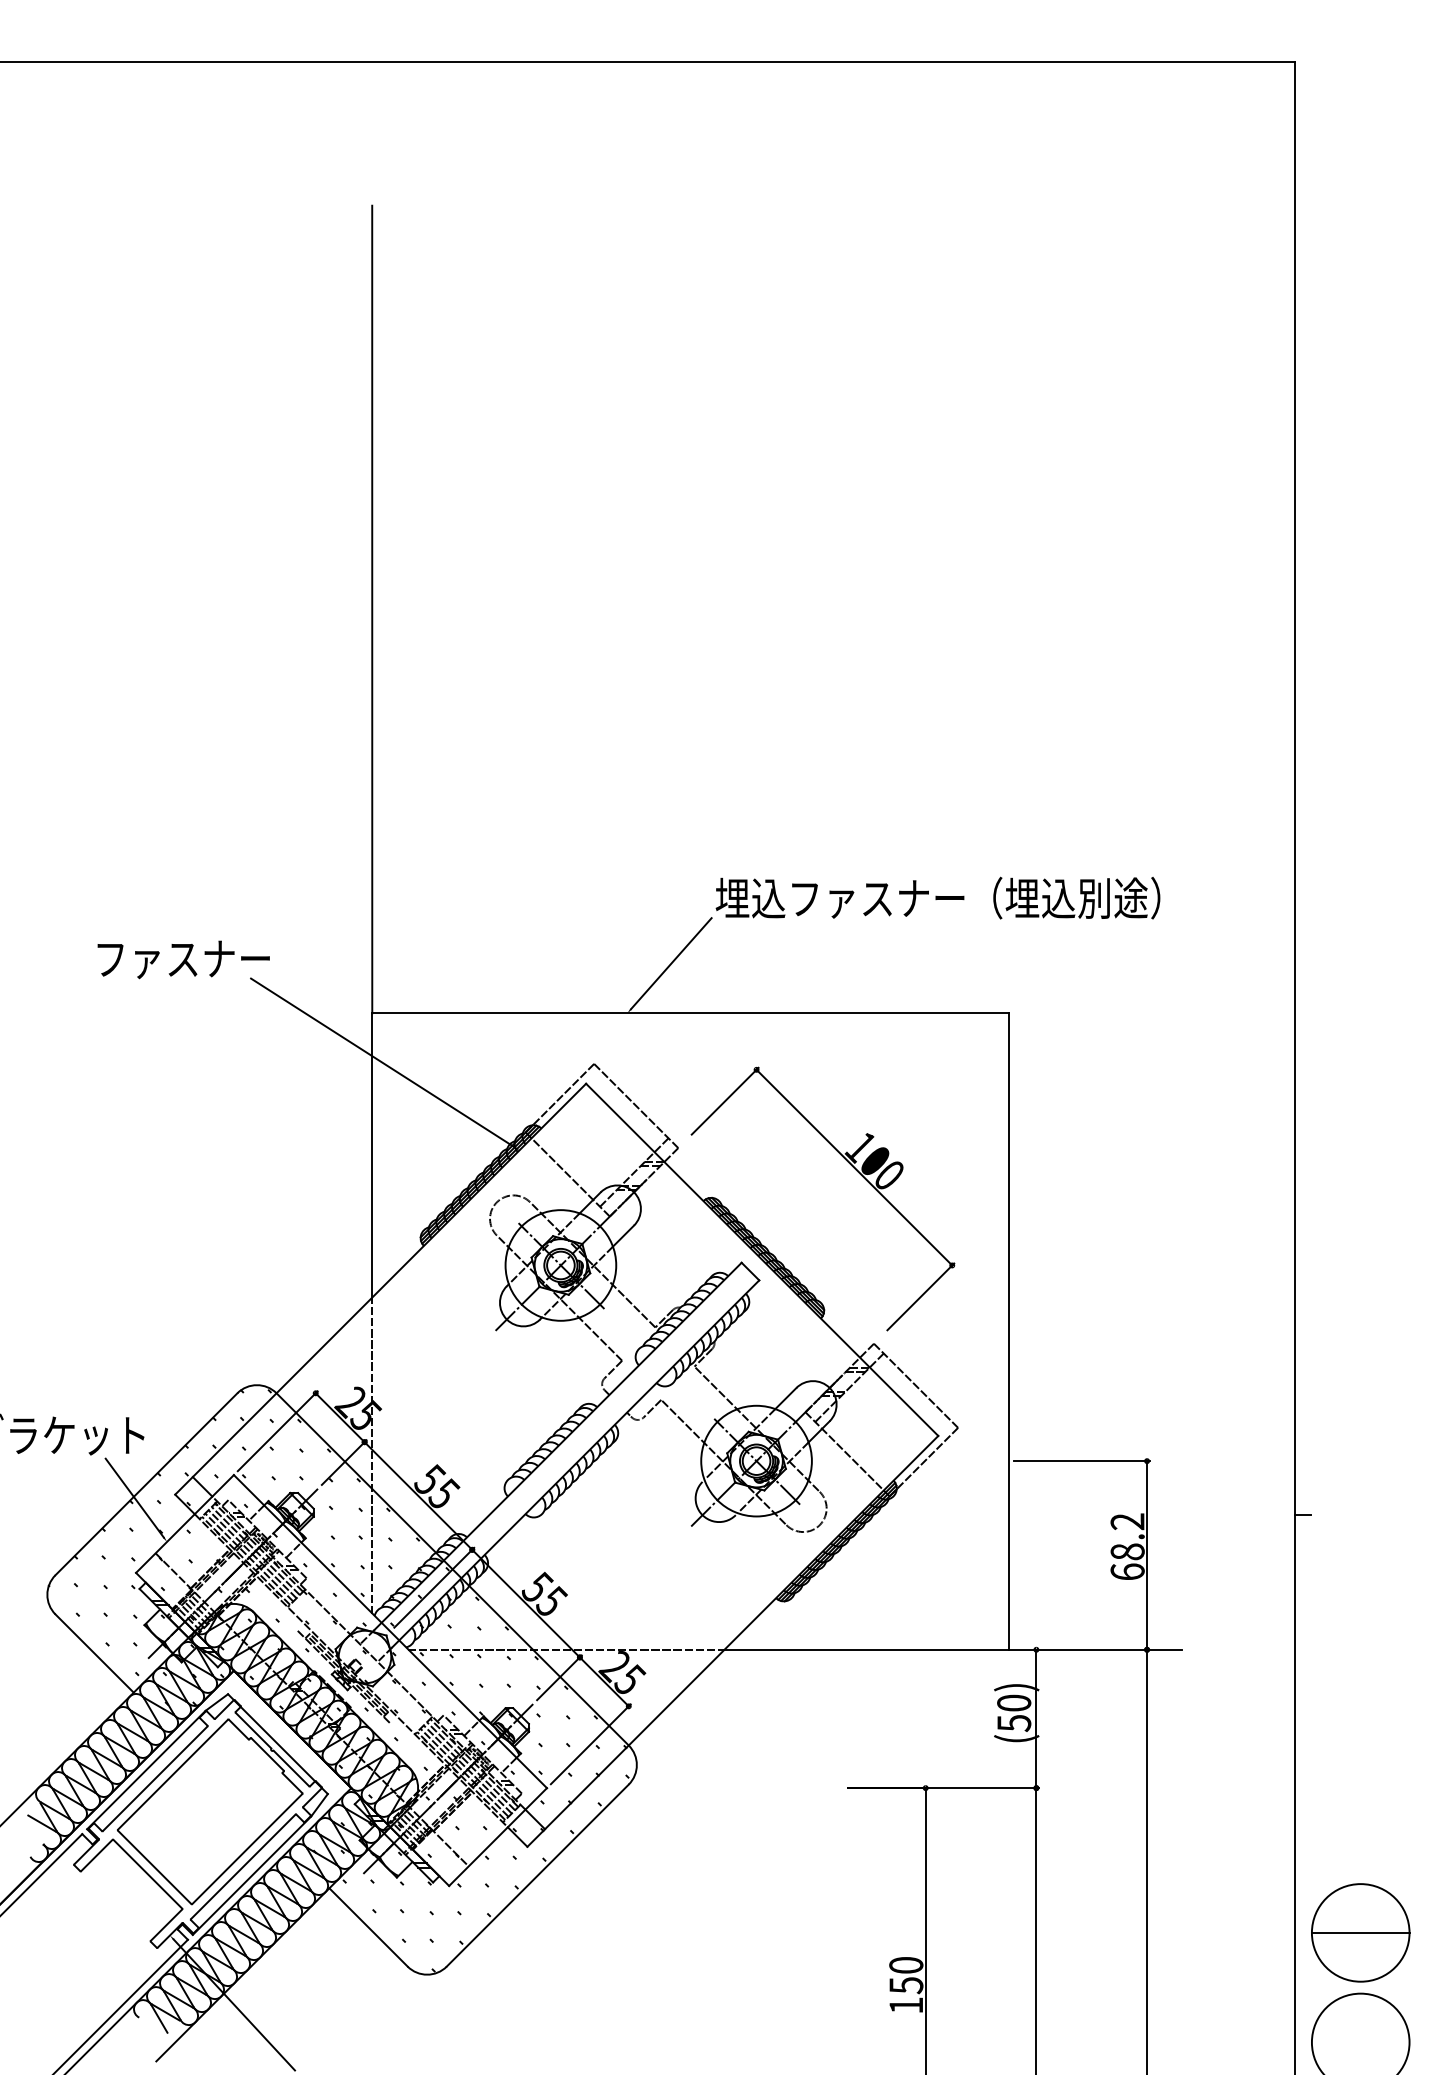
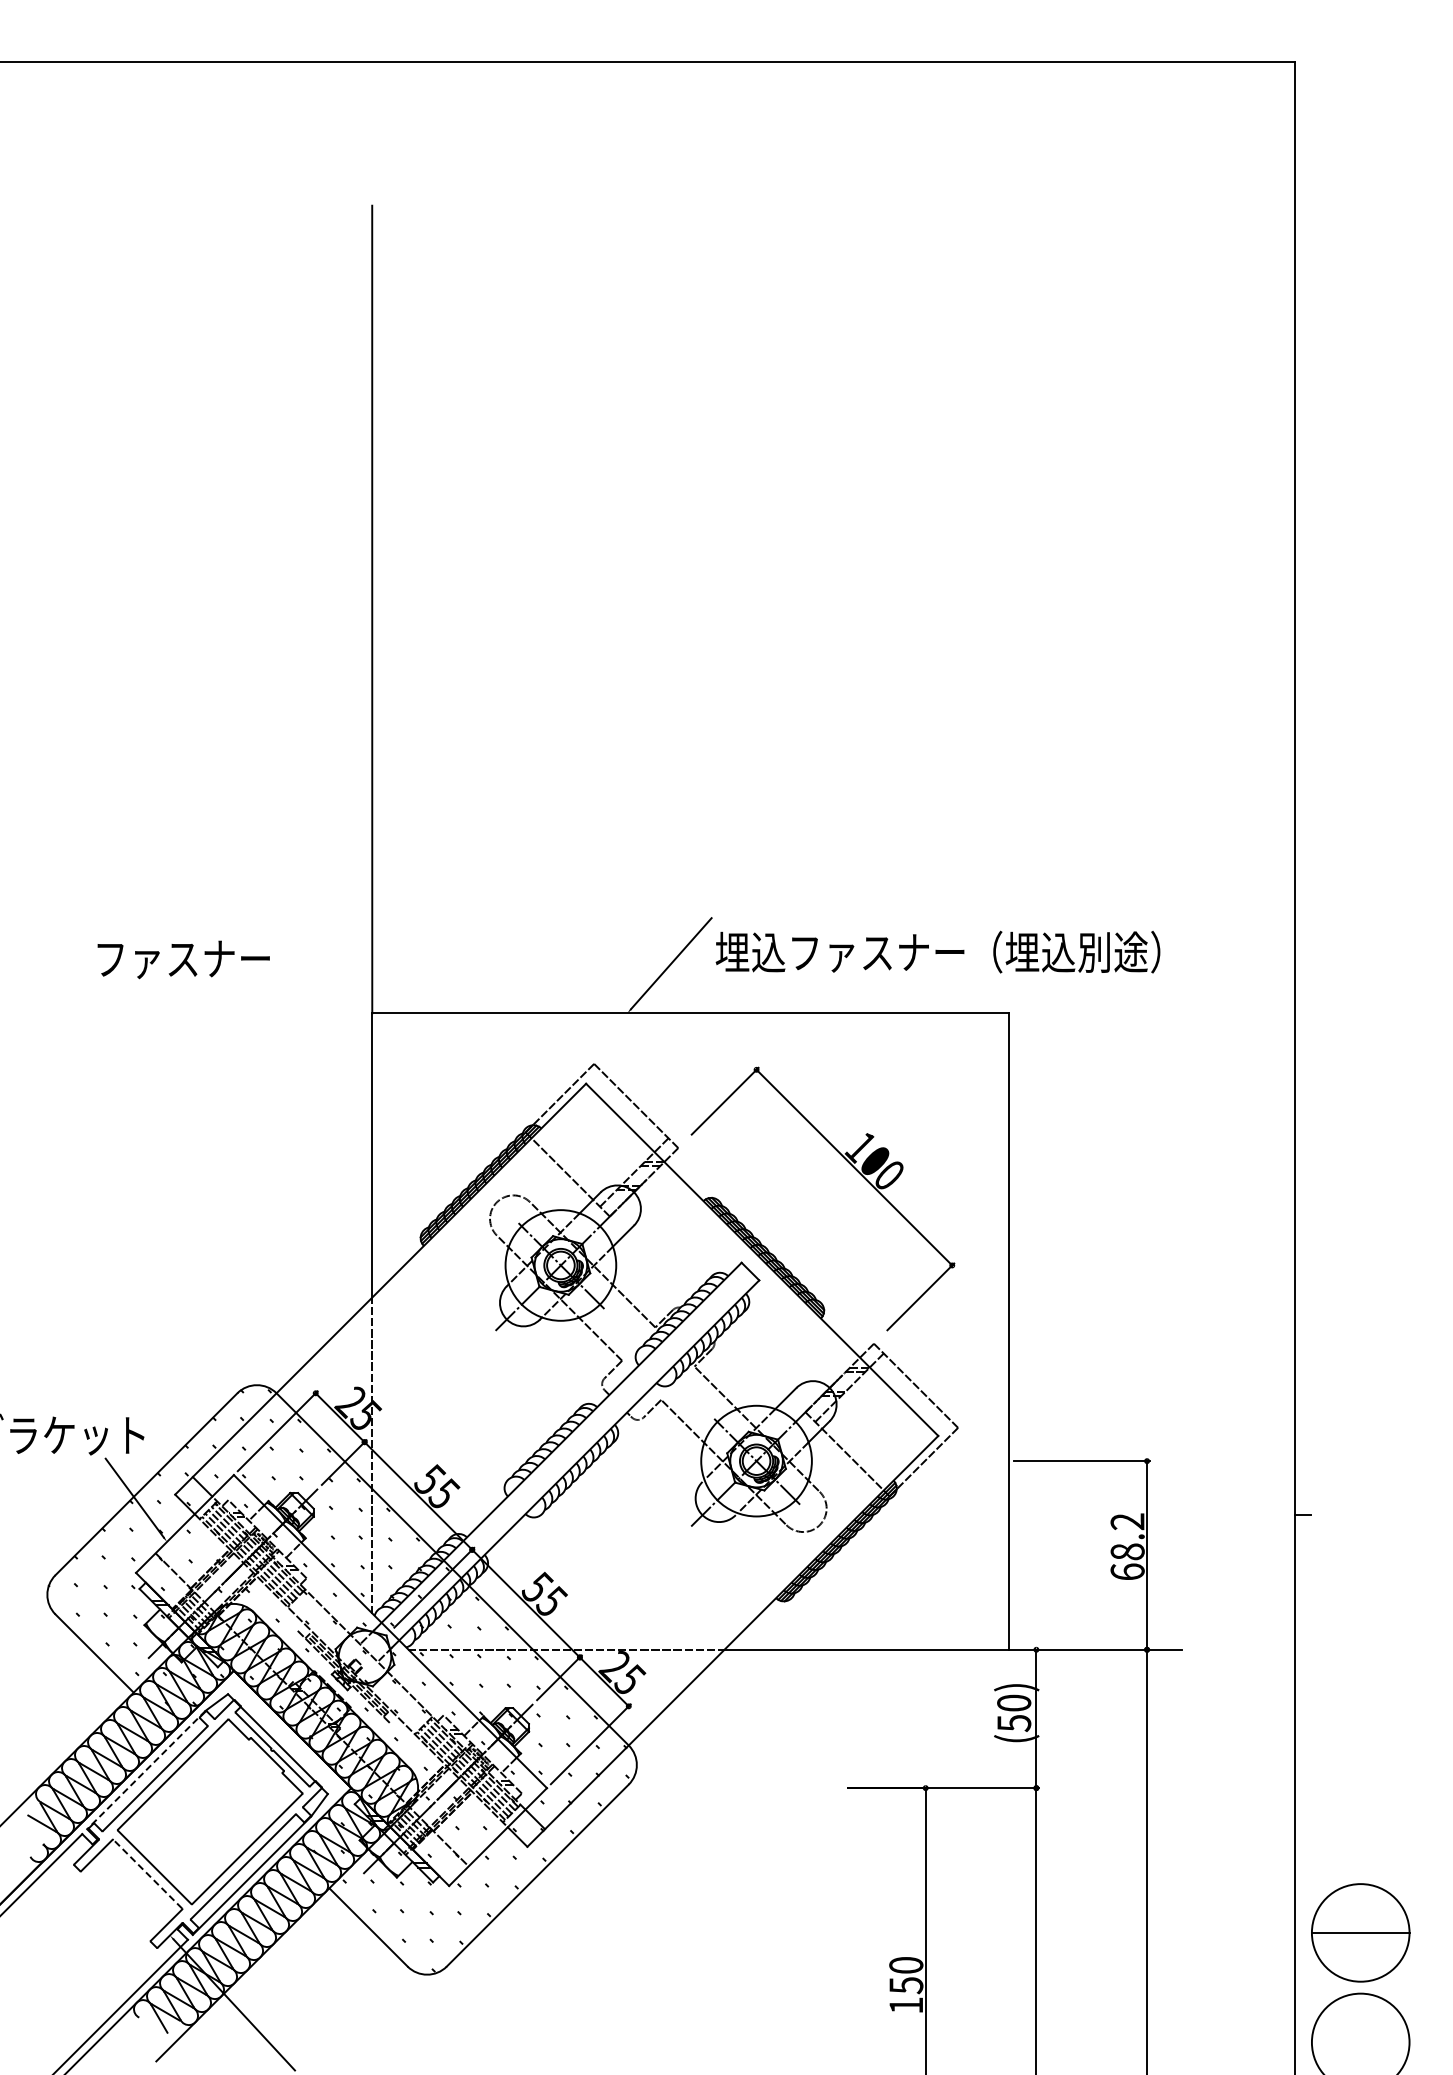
text at (937, 897) position: (937, 897) -> (937, 951)
line at (382, 1062): present -> none
line at (146, 1770): solid -> dashed
line at (147, 1873): solid -> dashed
